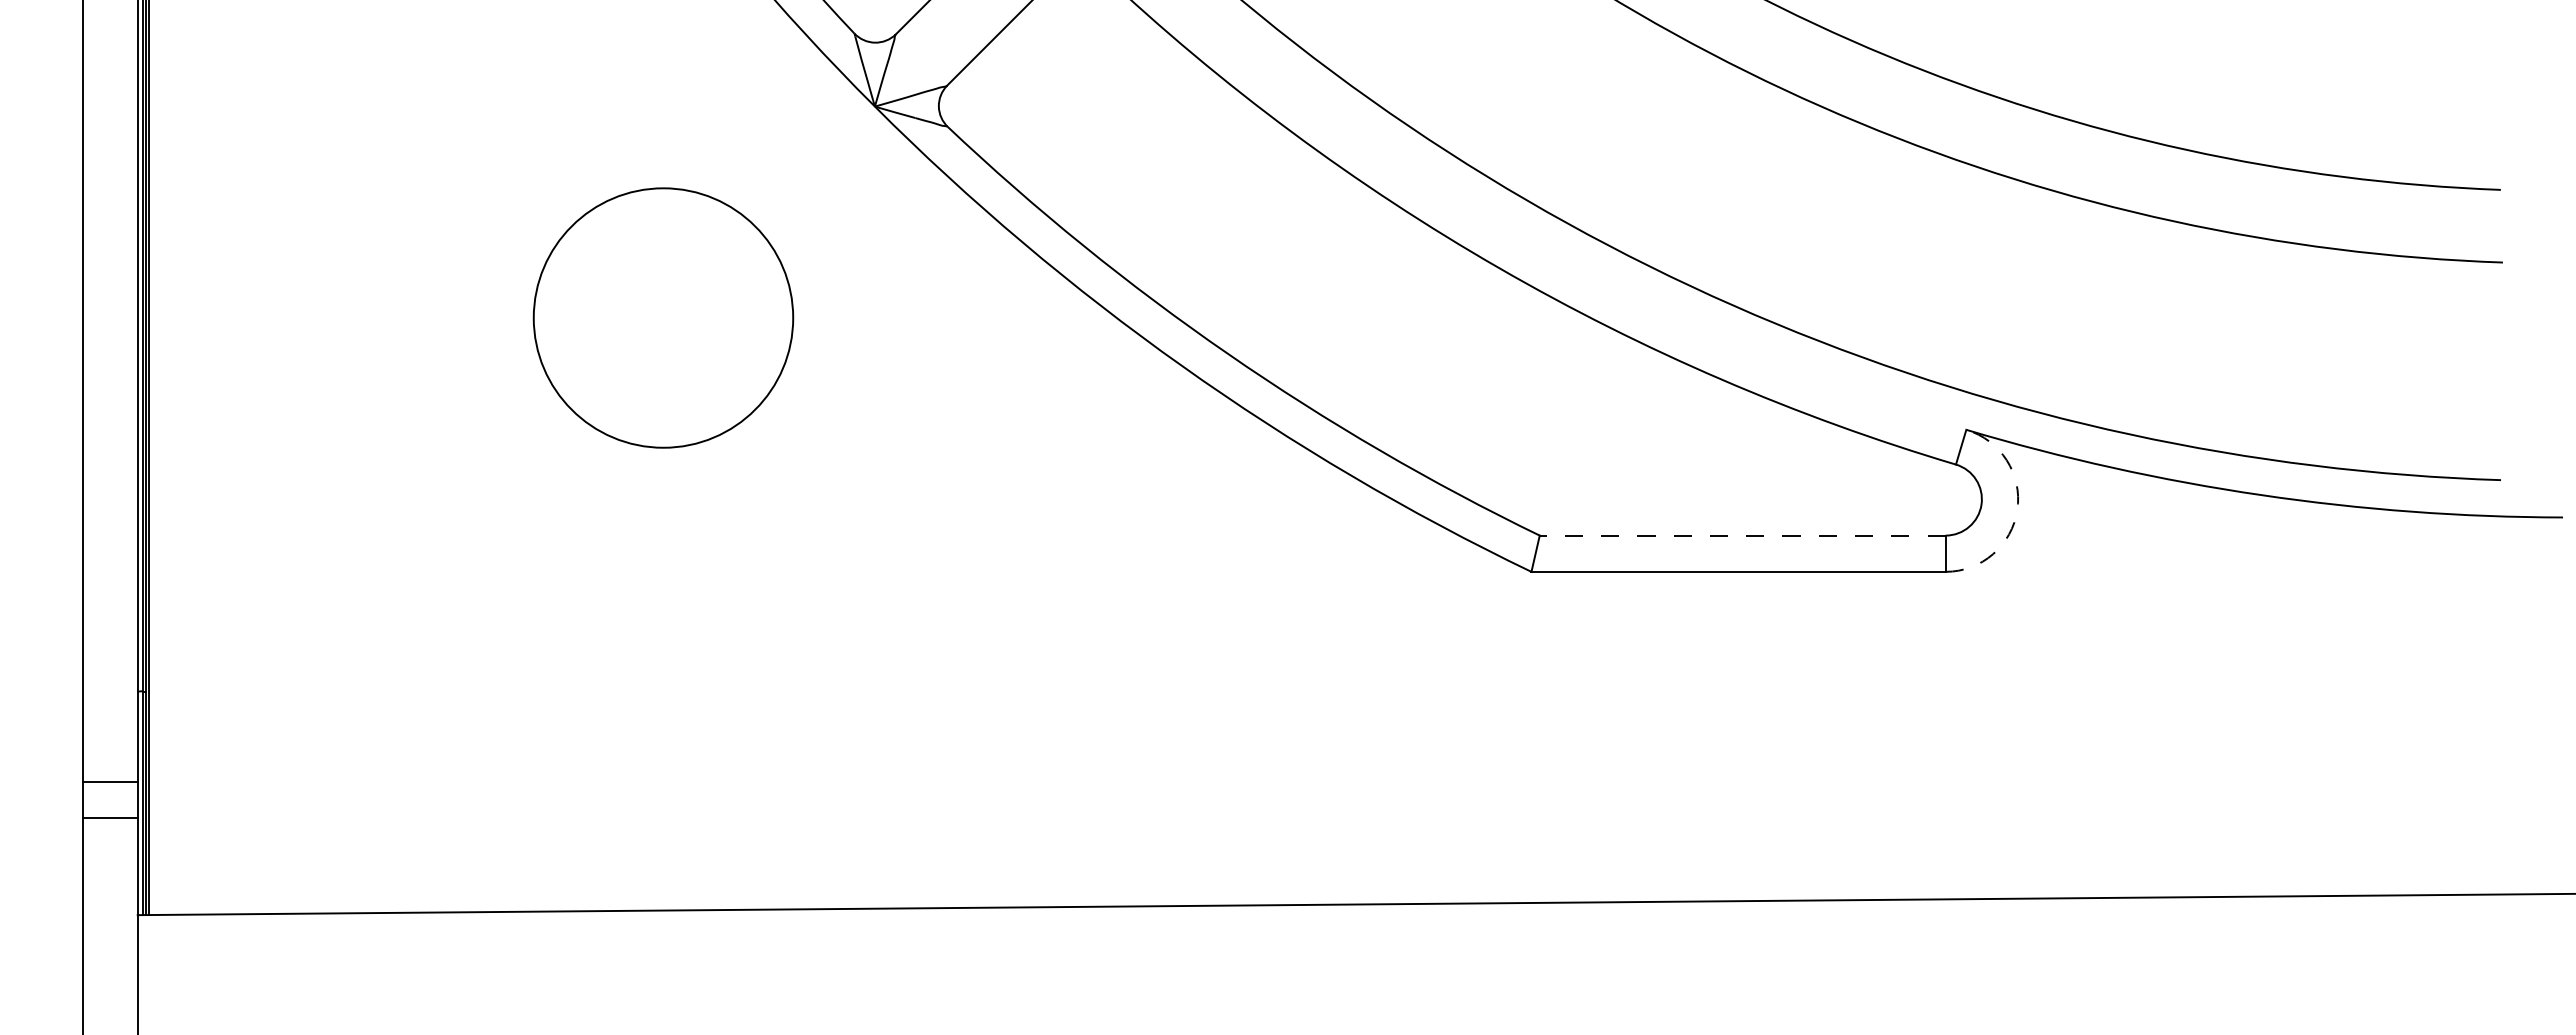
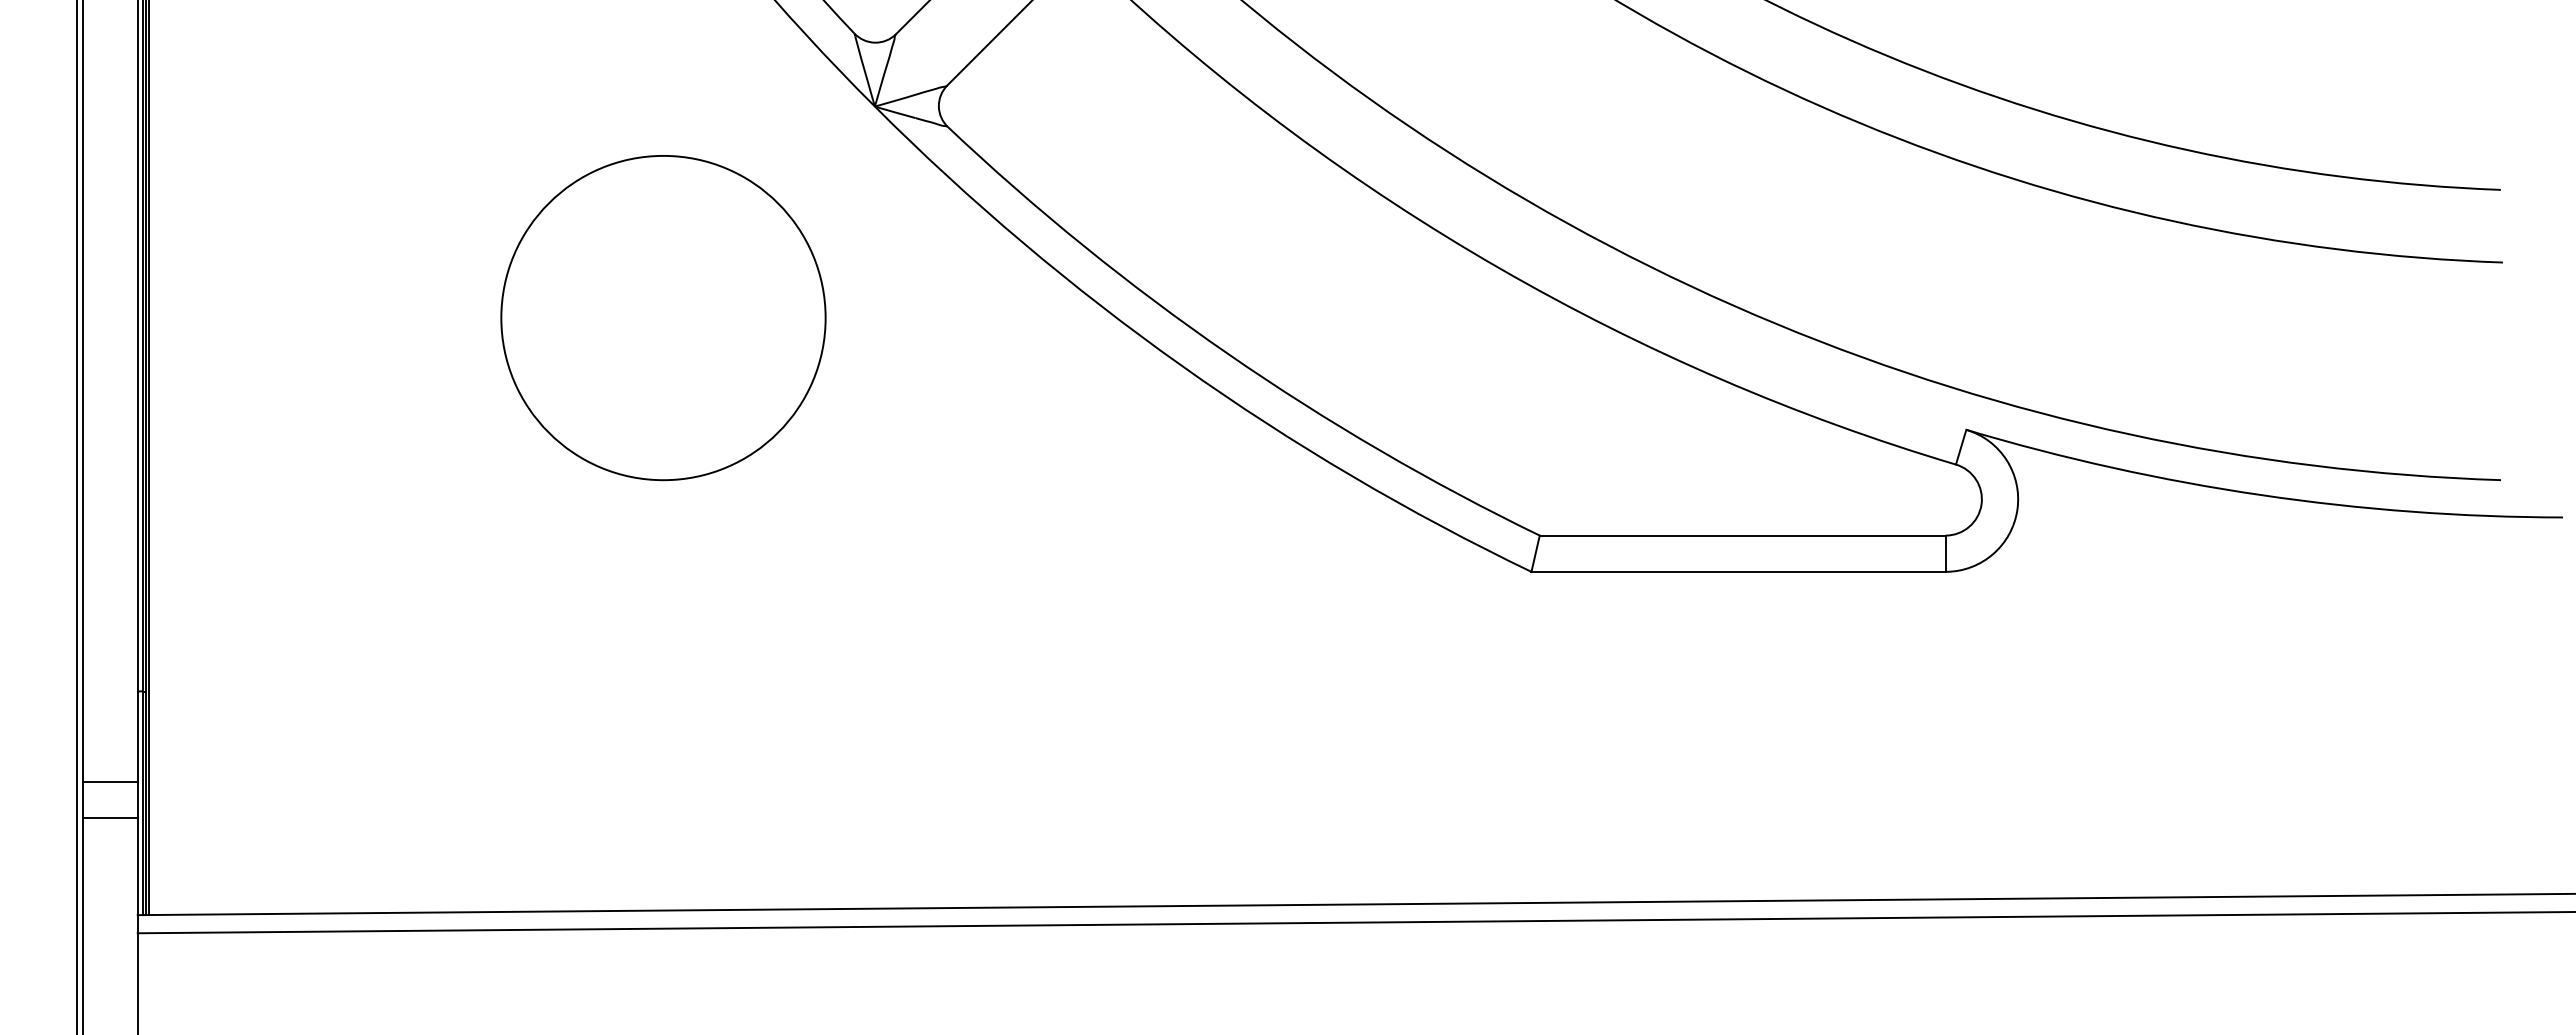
circle at (663, 317) diameter: 259 px -> 324 px
arc at (2017, 509): dashed -> solid
line at (77, 516): none -> present
line at (1742, 535): dashed -> solid
line at (1354, 922): none -> present
